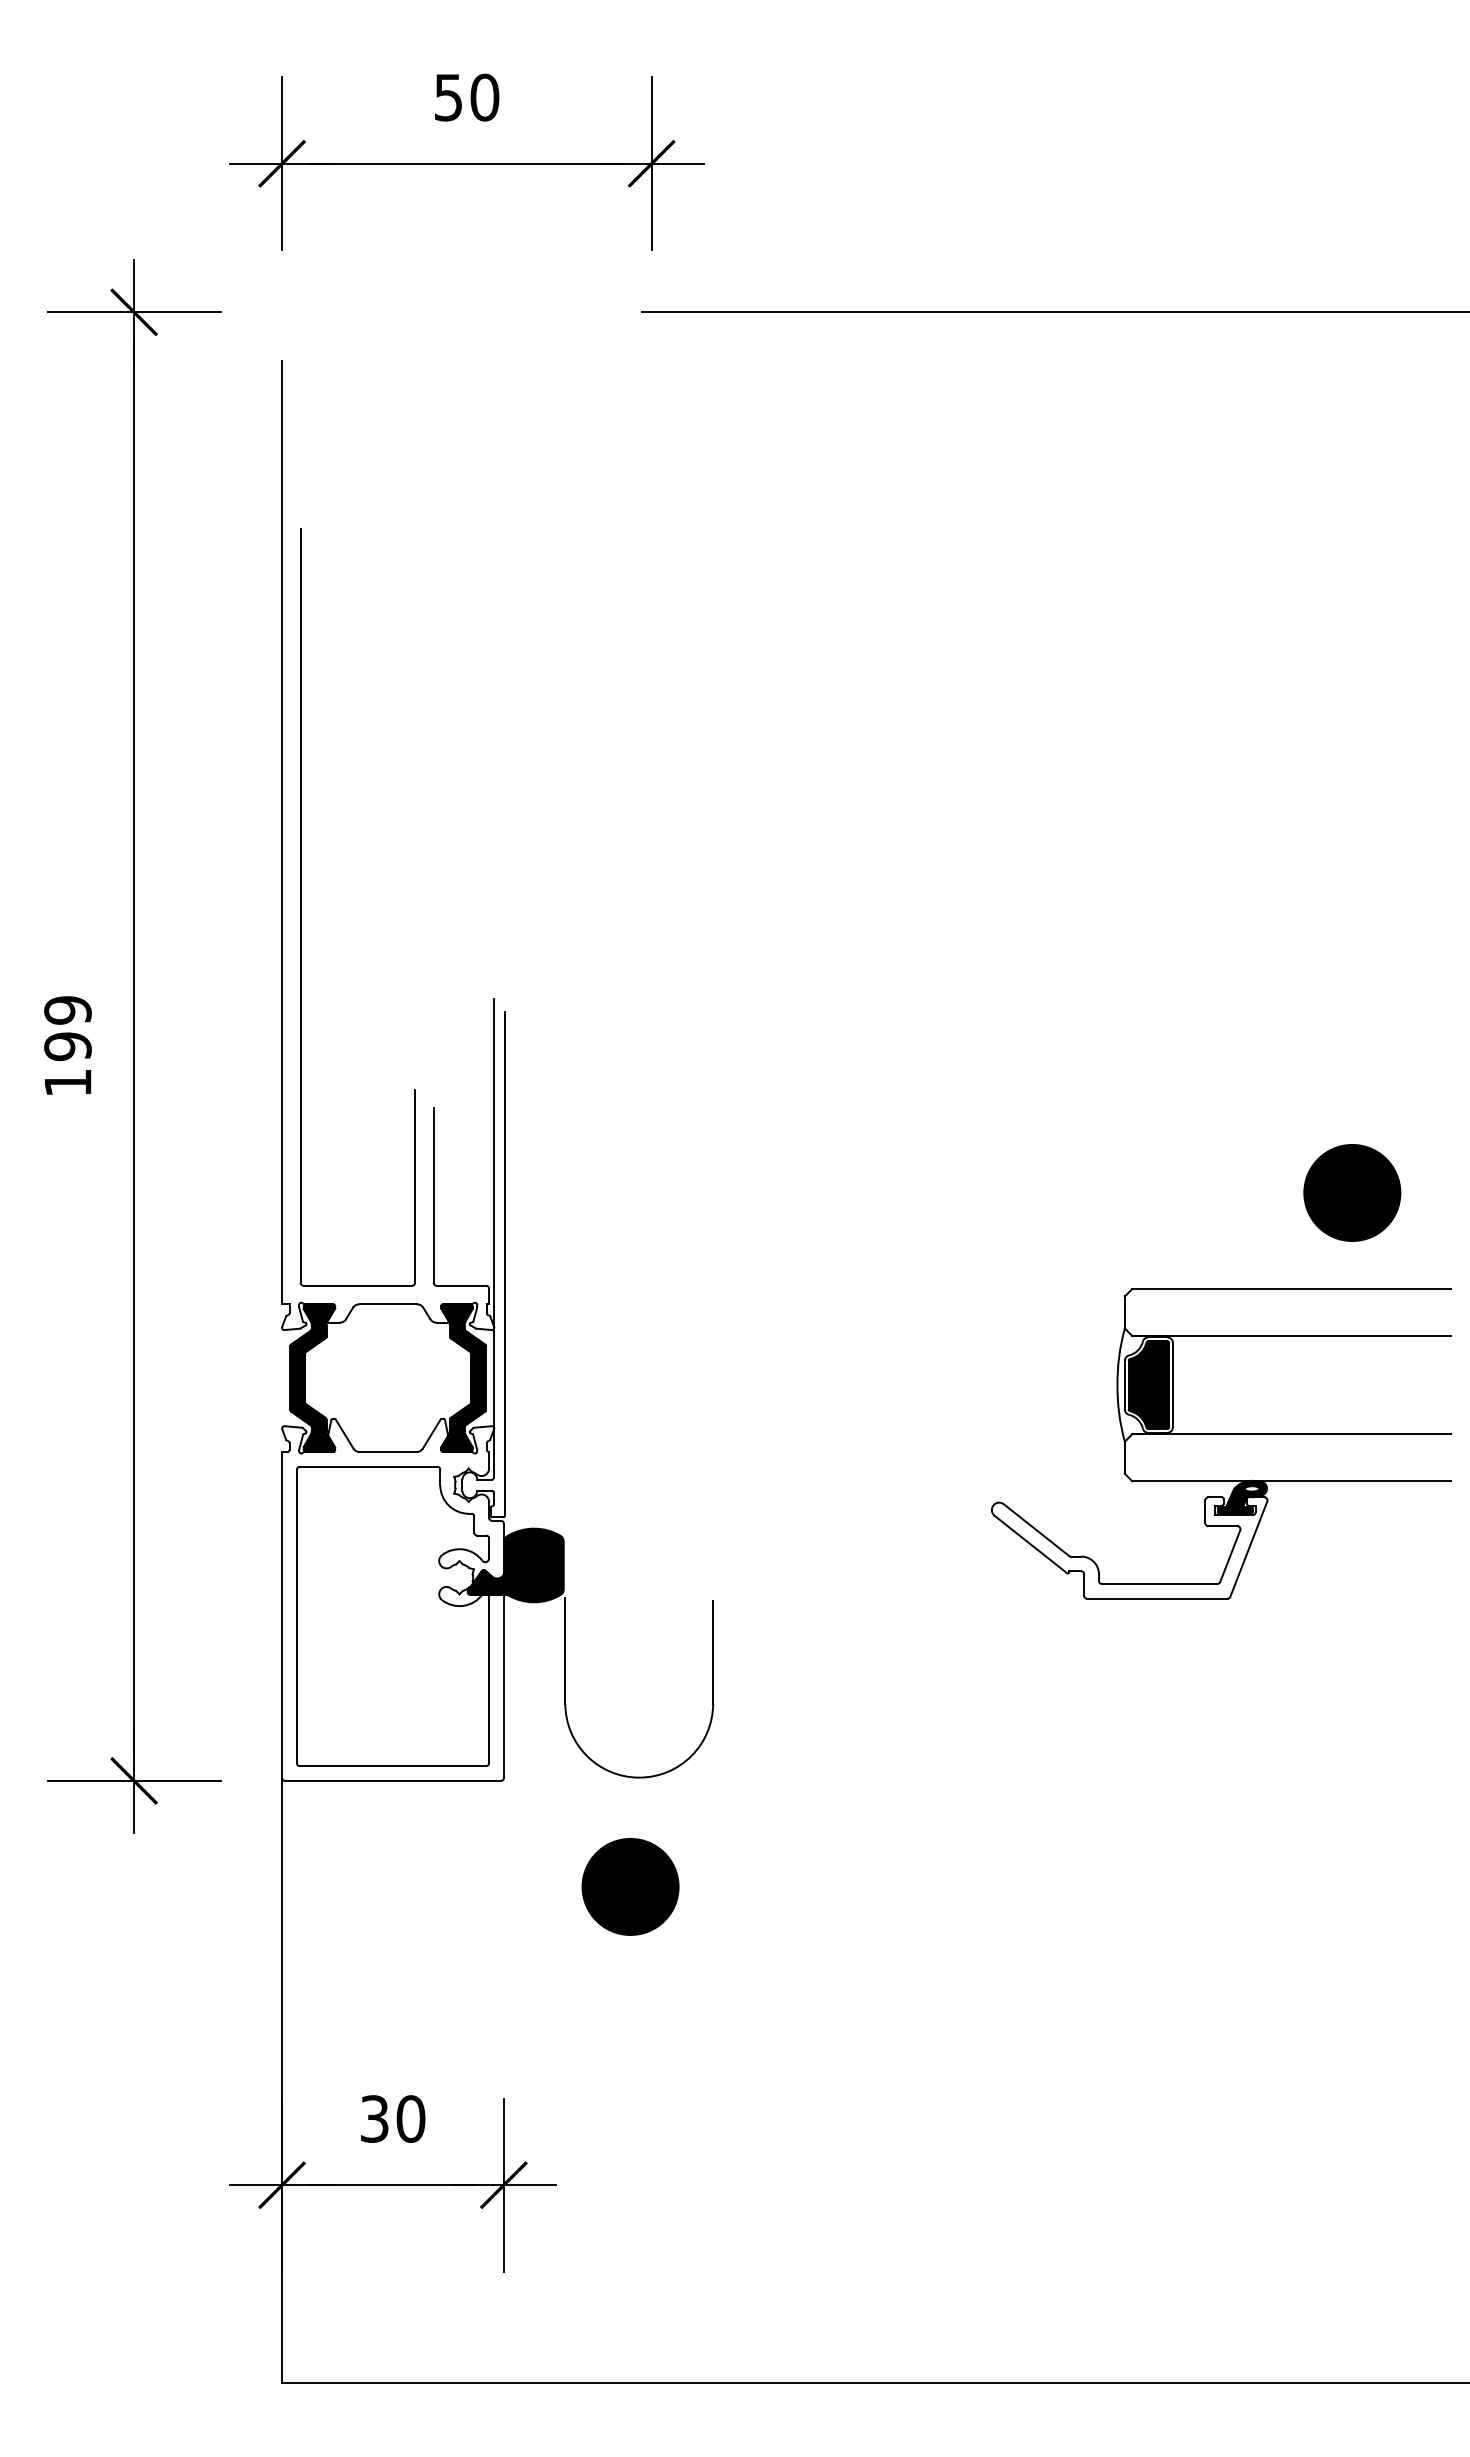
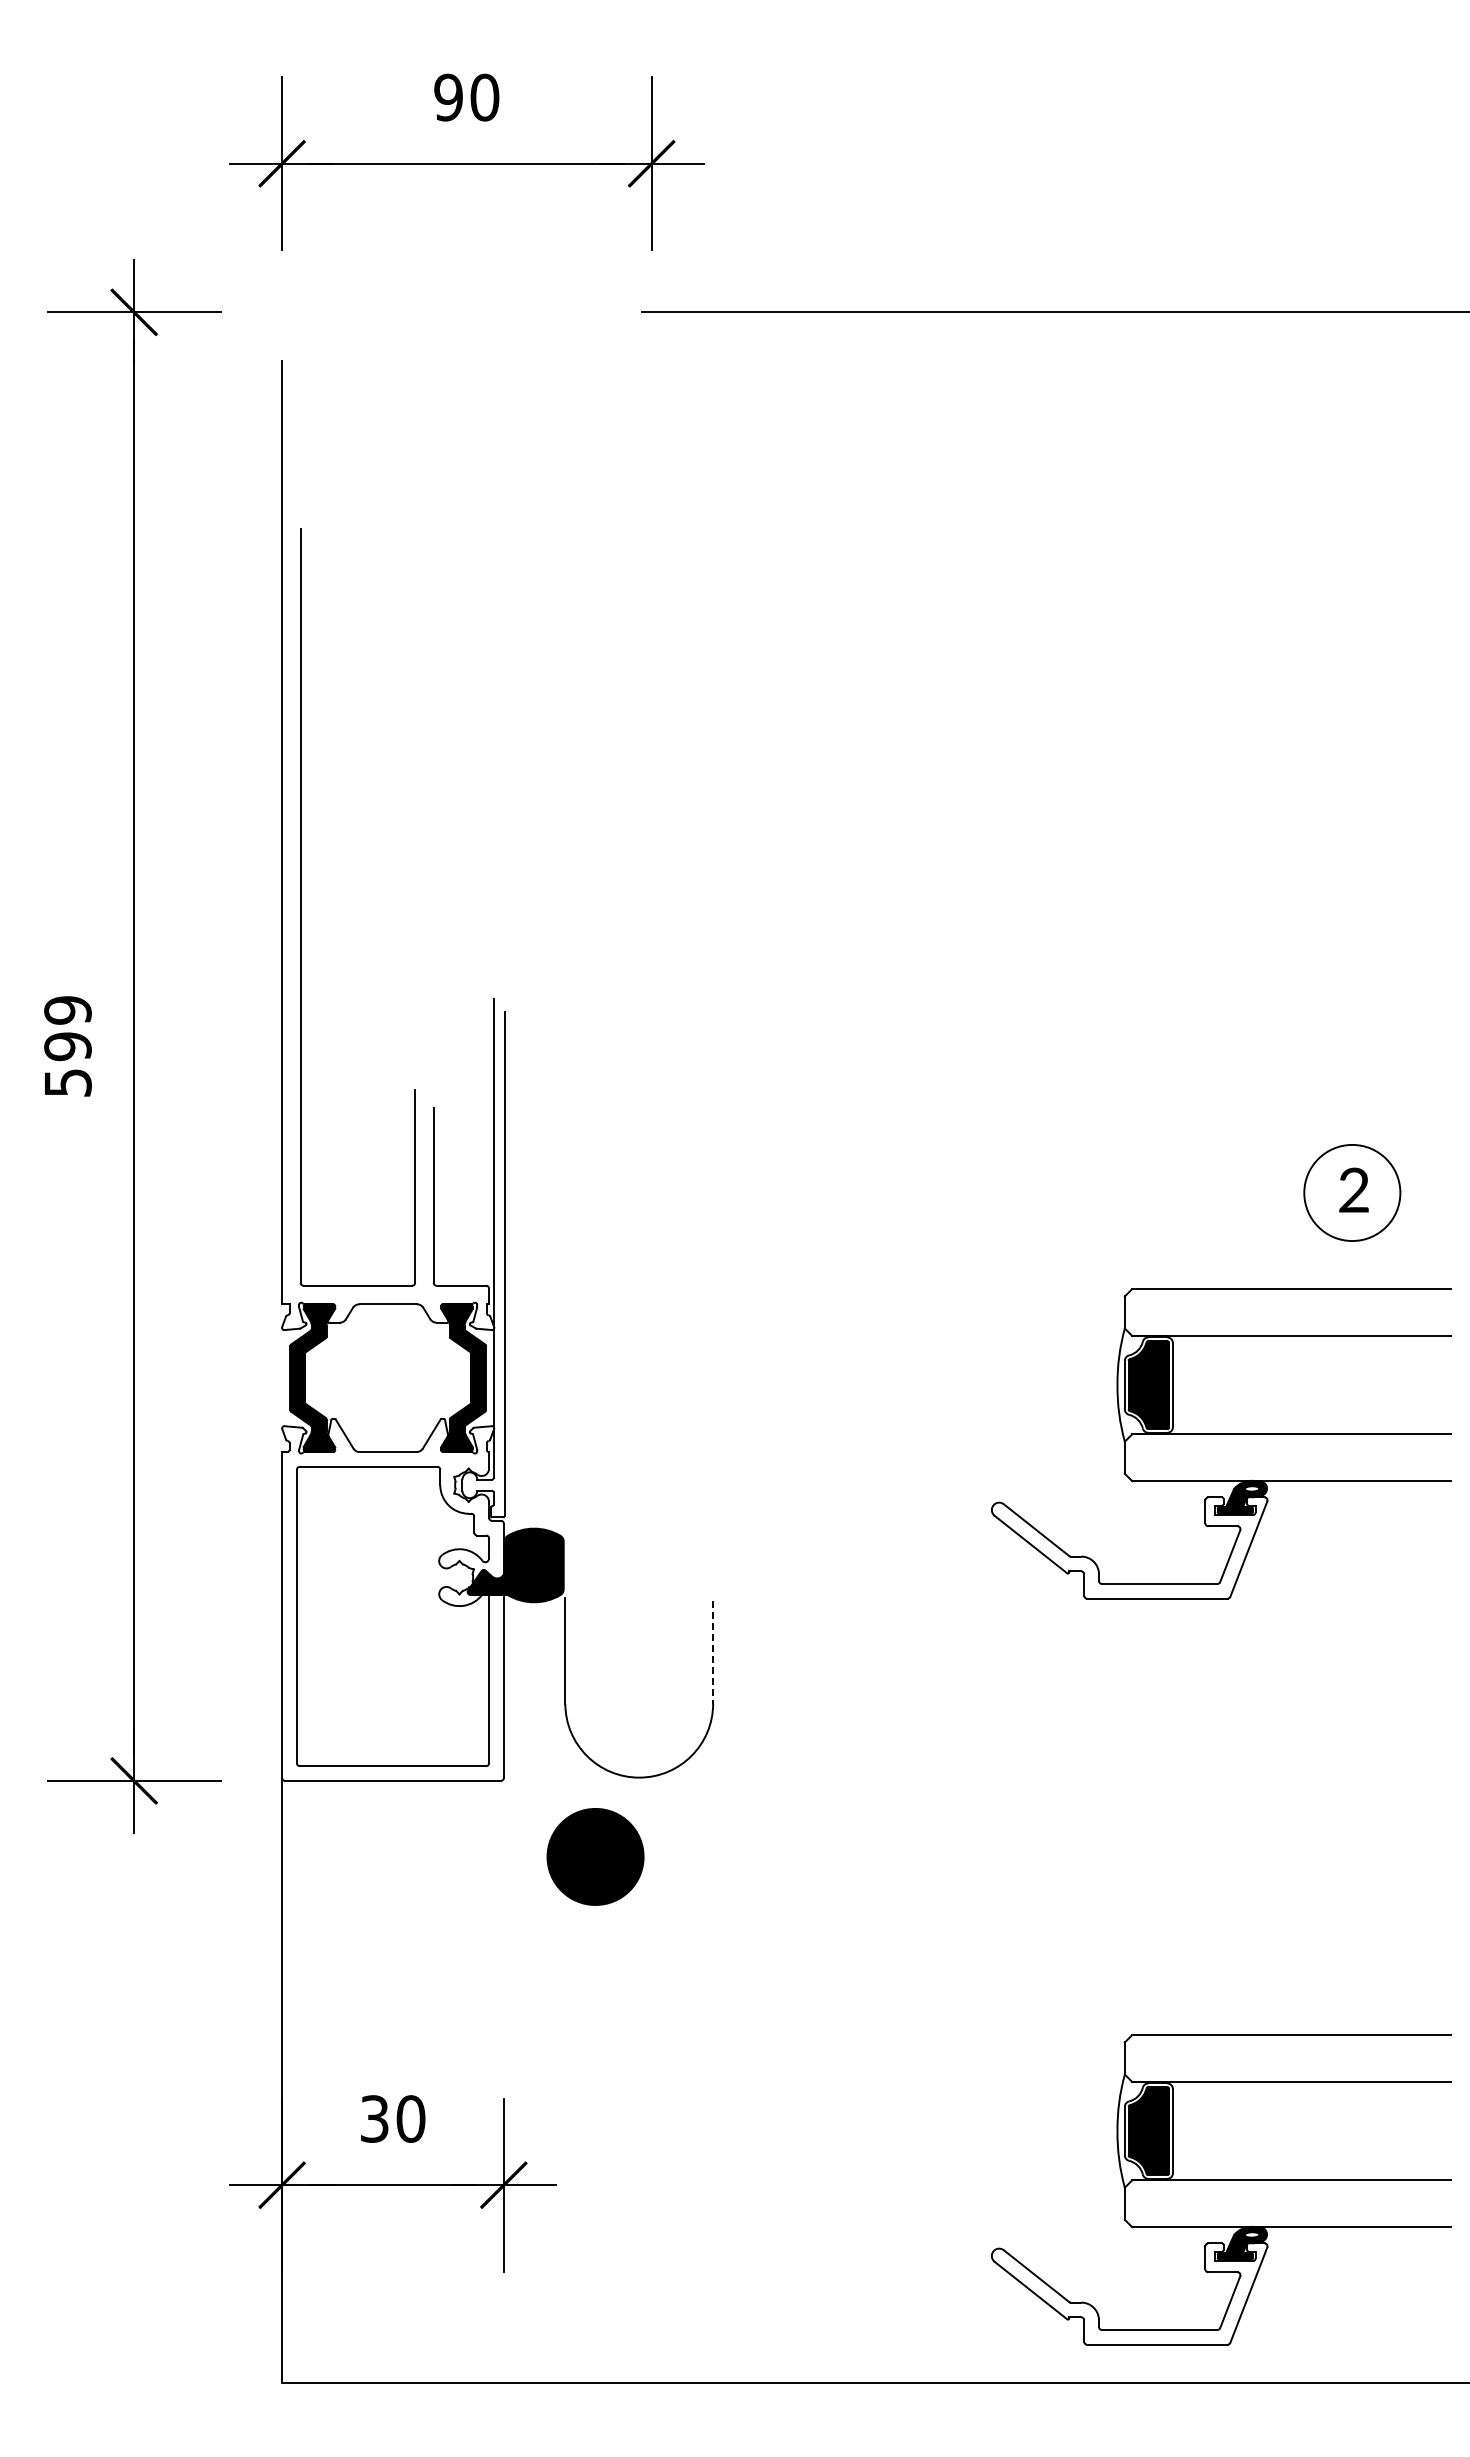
text at (448, 97): 50 -> 90
text at (68, 1082): 199 -> 599
fill at (1352, 1192): present -> none
line at (713, 1653): solid -> dashed
part at (630, 1886) position: (630, 1886) -> (595, 1856)
part at (1221, 2180): none -> present
